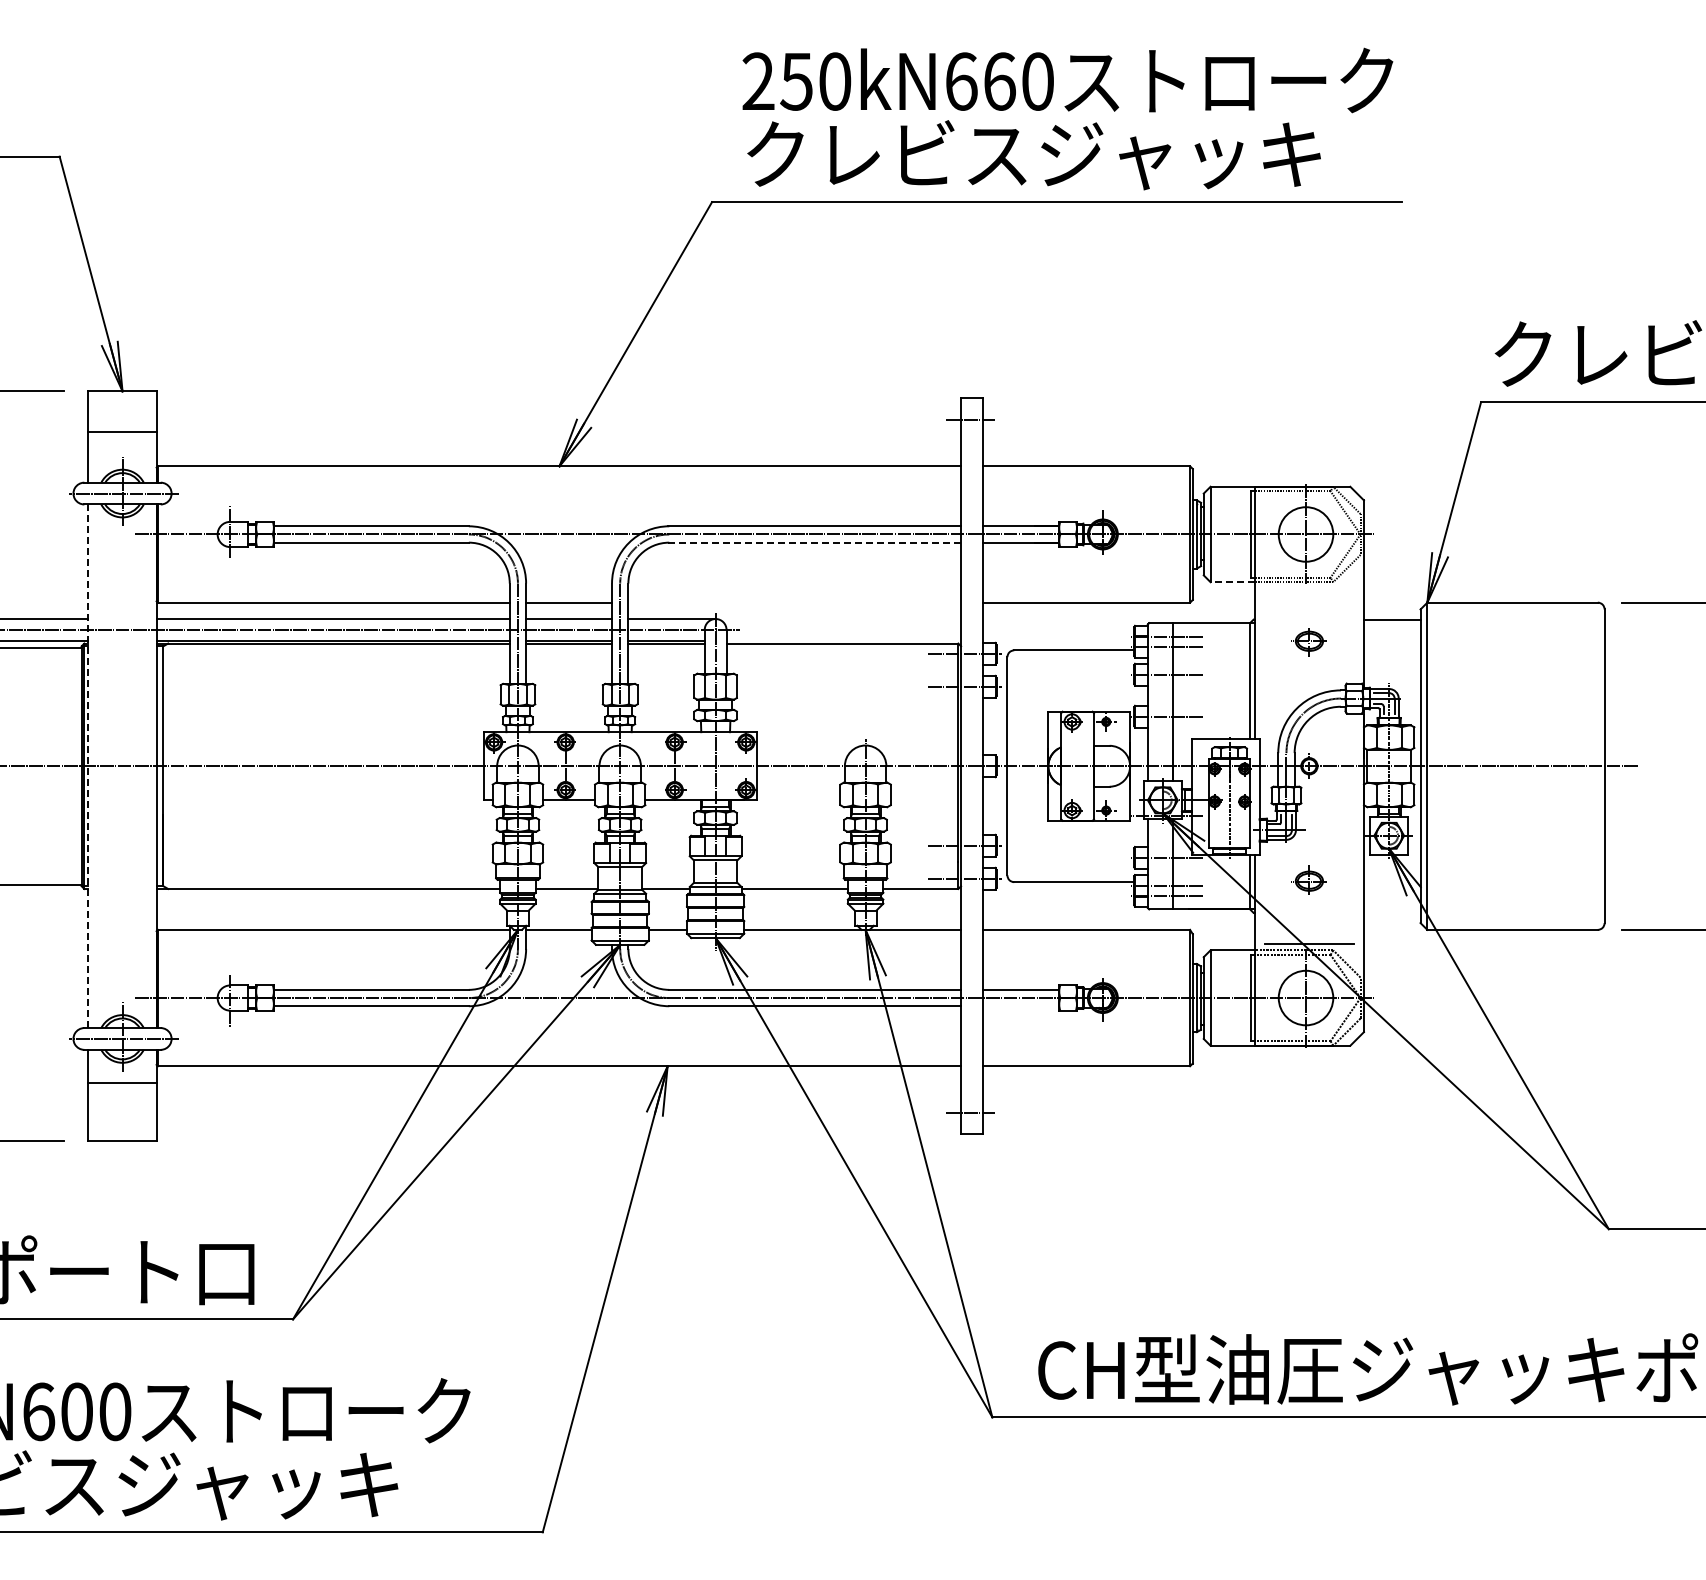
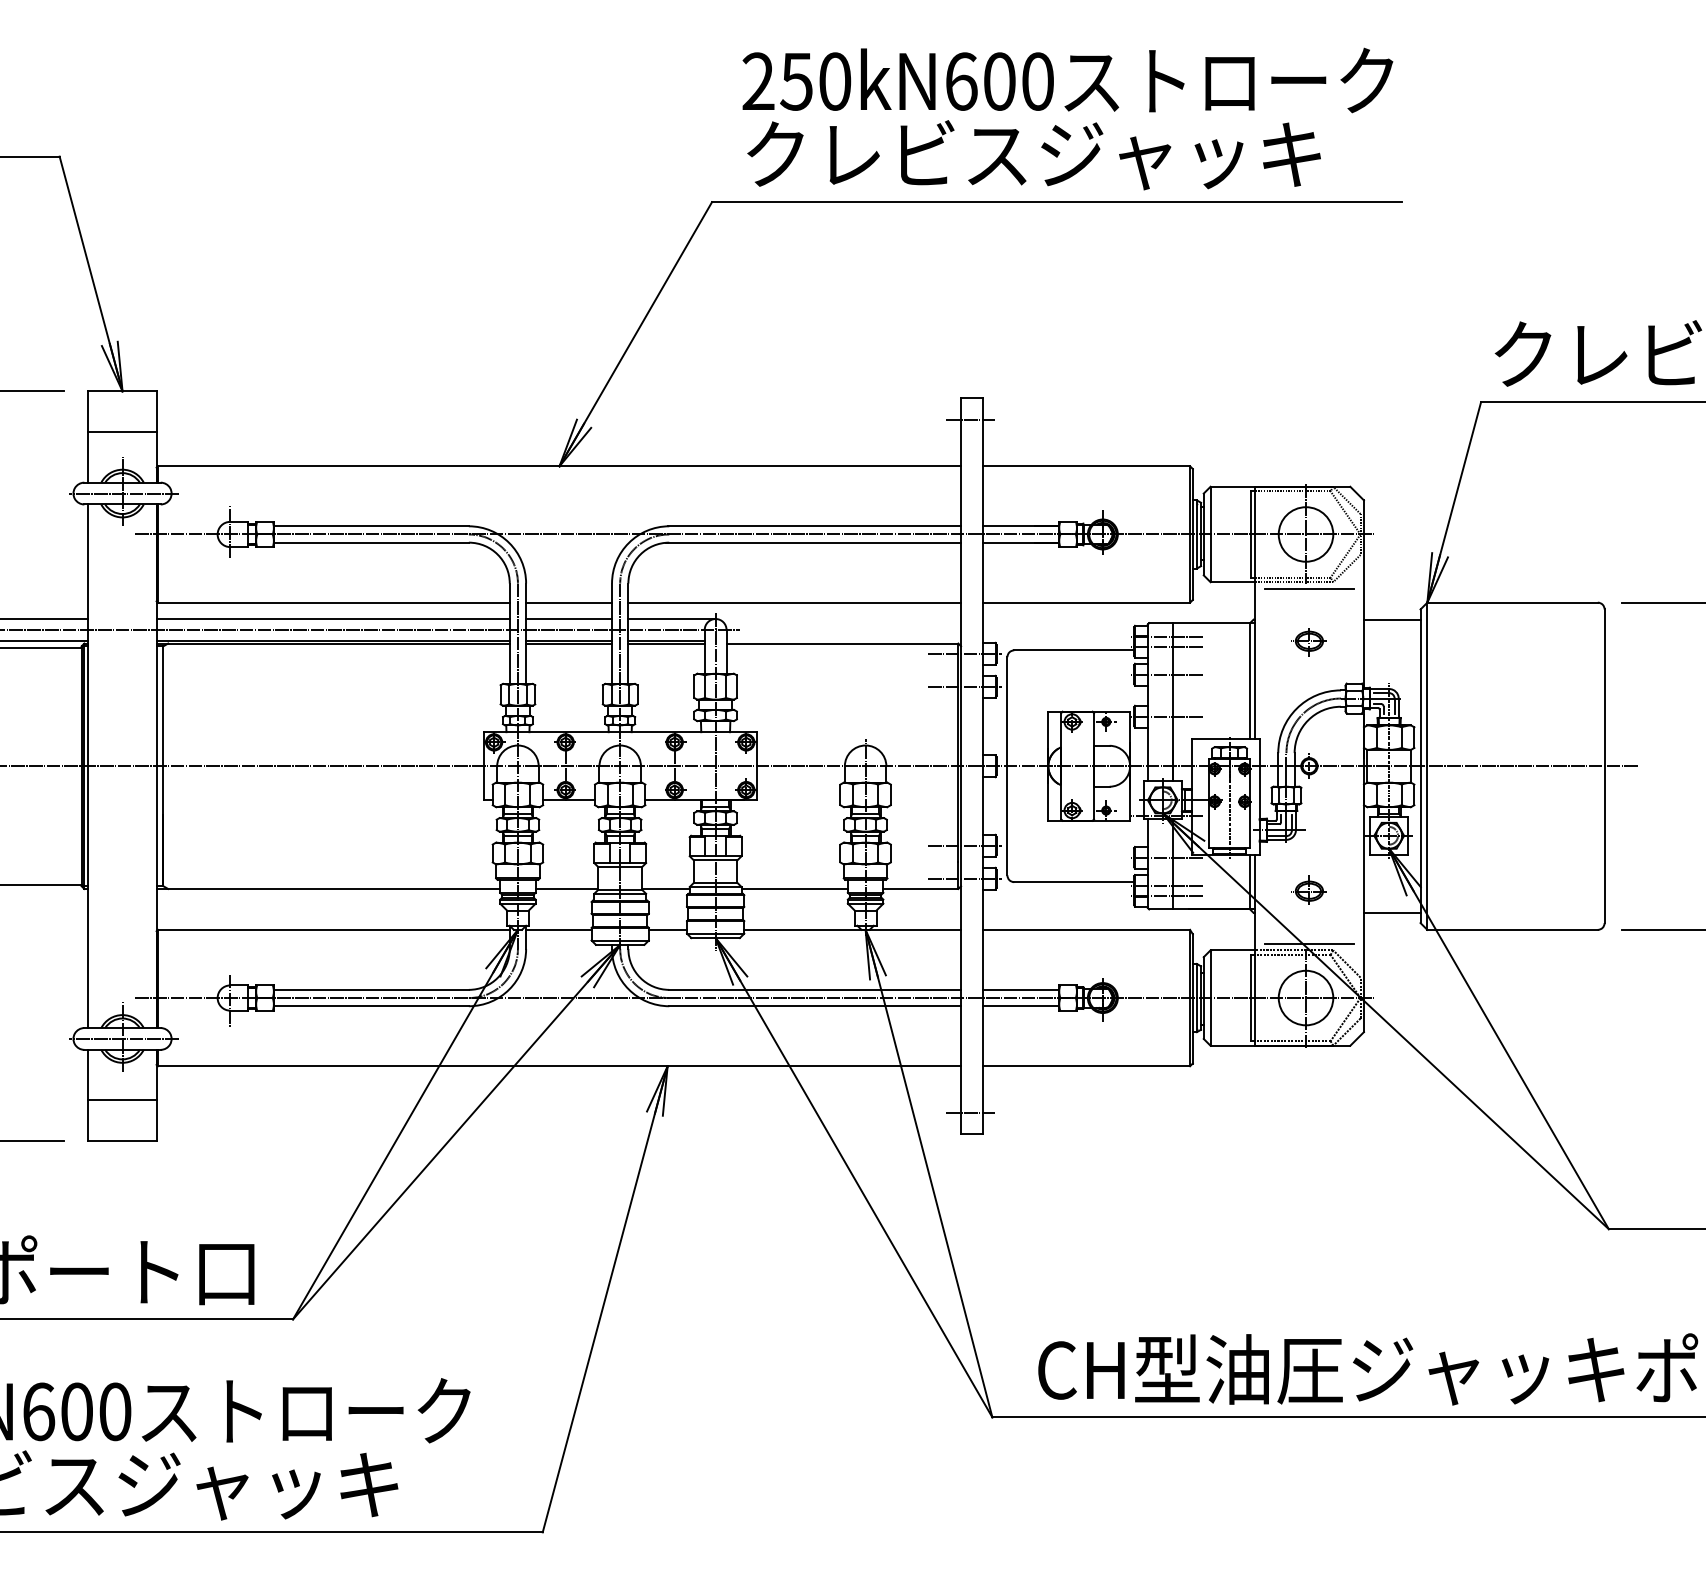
text at (999, 81): 250kN660 -> 250kN600
line at (813, 542): dashed -> solid
line at (1232, 582): dashed -> solid
line at (1309, 589): none -> present
line at (794, 602): none -> present
line at (88, 766): dashed -> solid
part at (1308, 879) position: (1308, 879) -> (1308, 889)
line at (1391, 912): none -> present
line at (1020, 1006): none -> present
line at (122, 1083) position: (122, 1083) -> (122, 1100)
